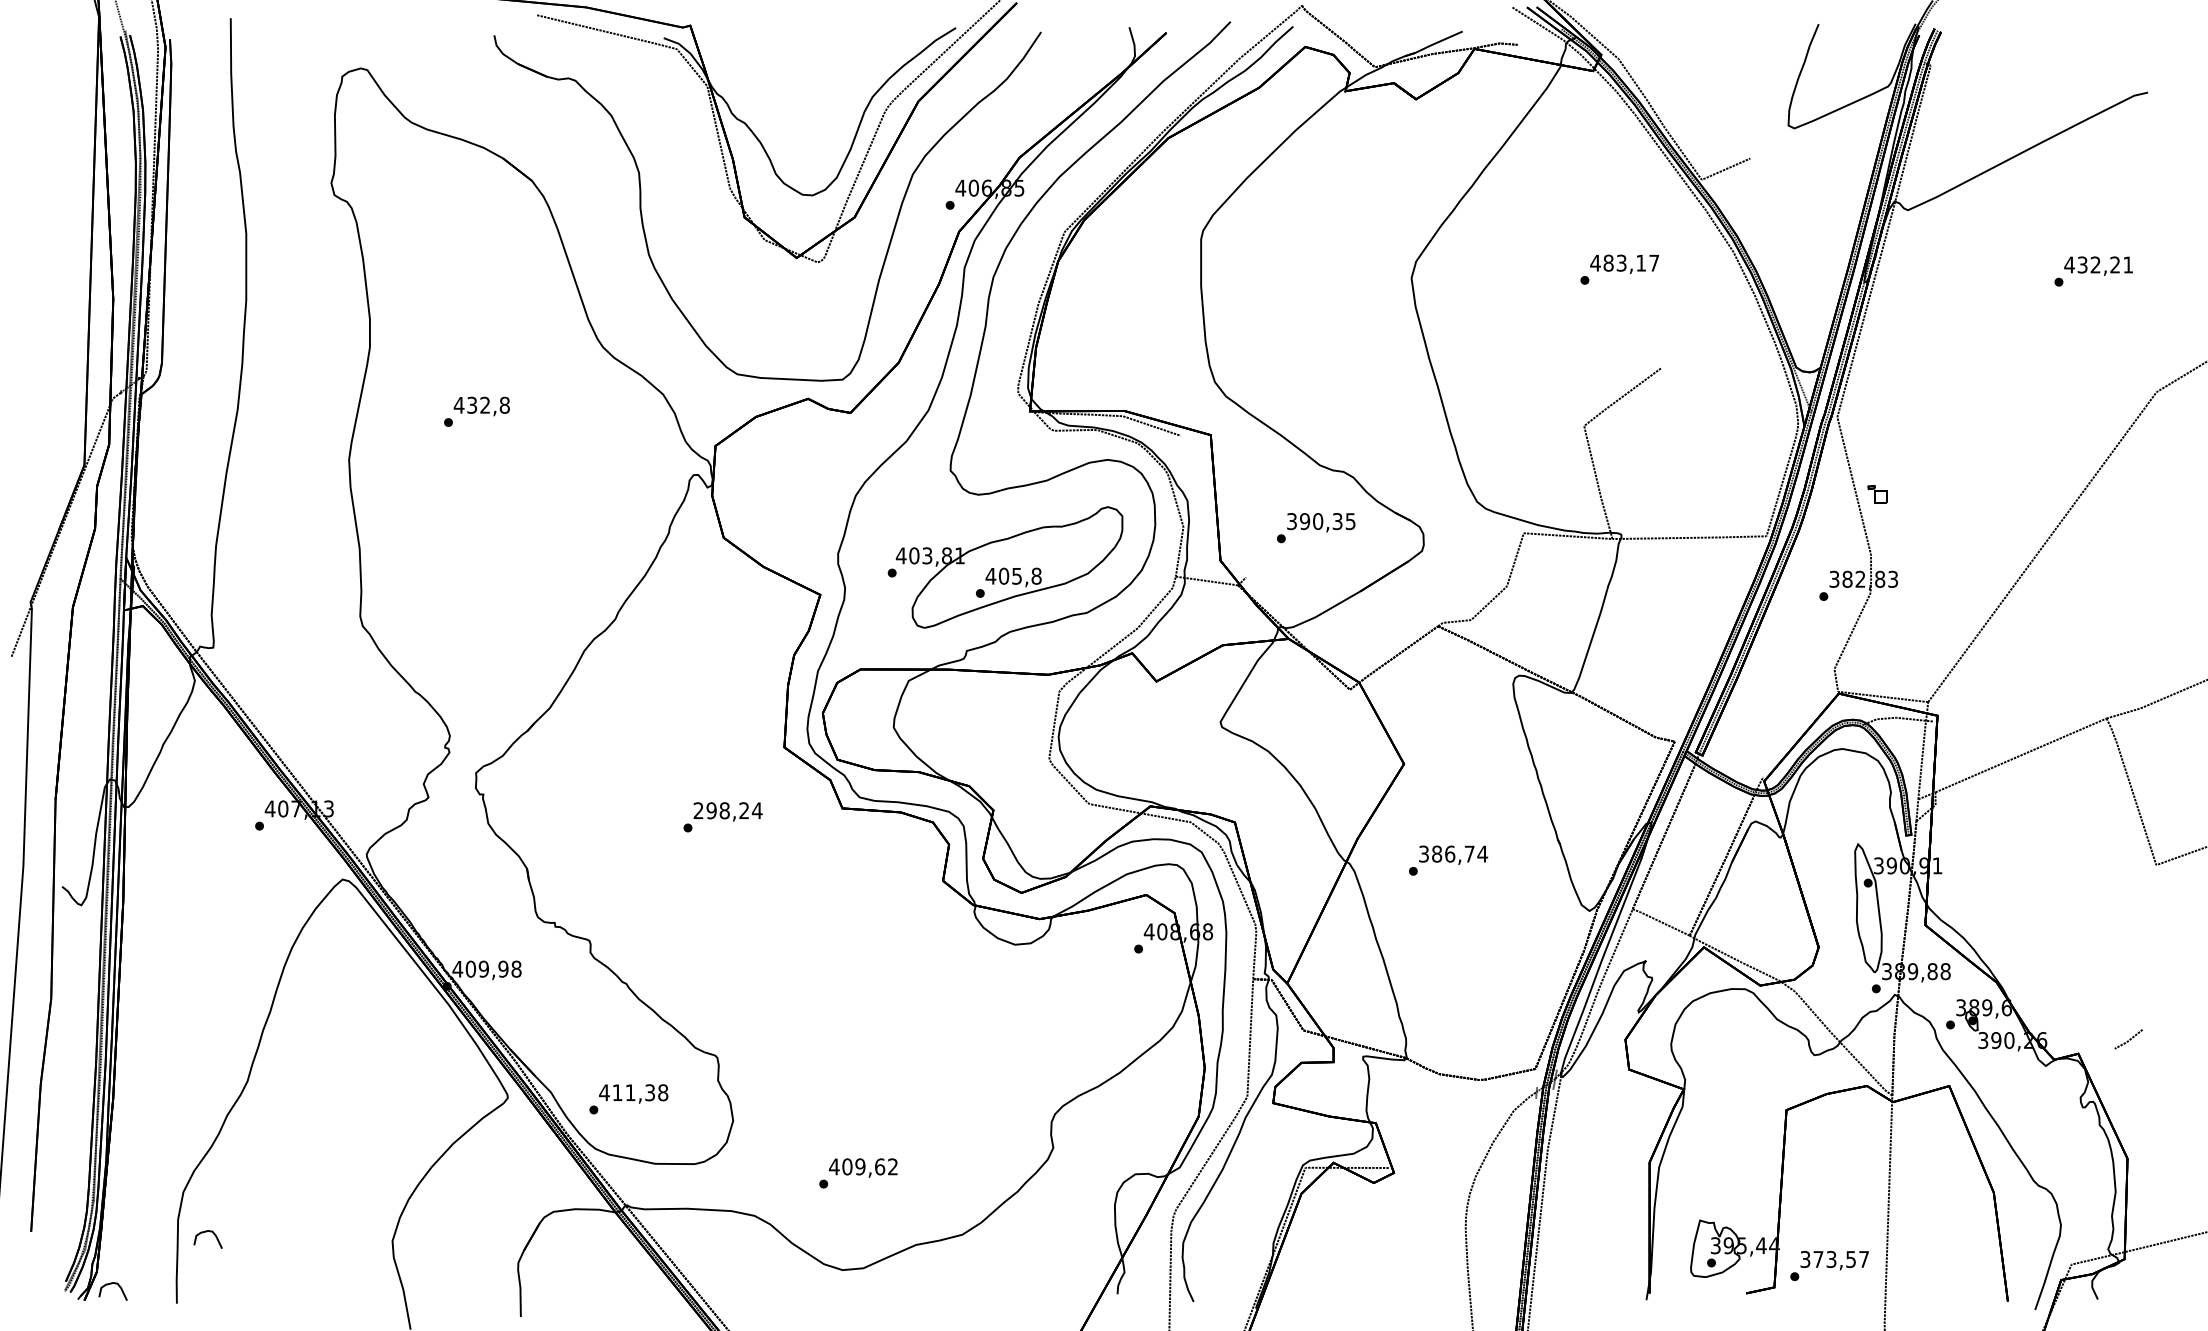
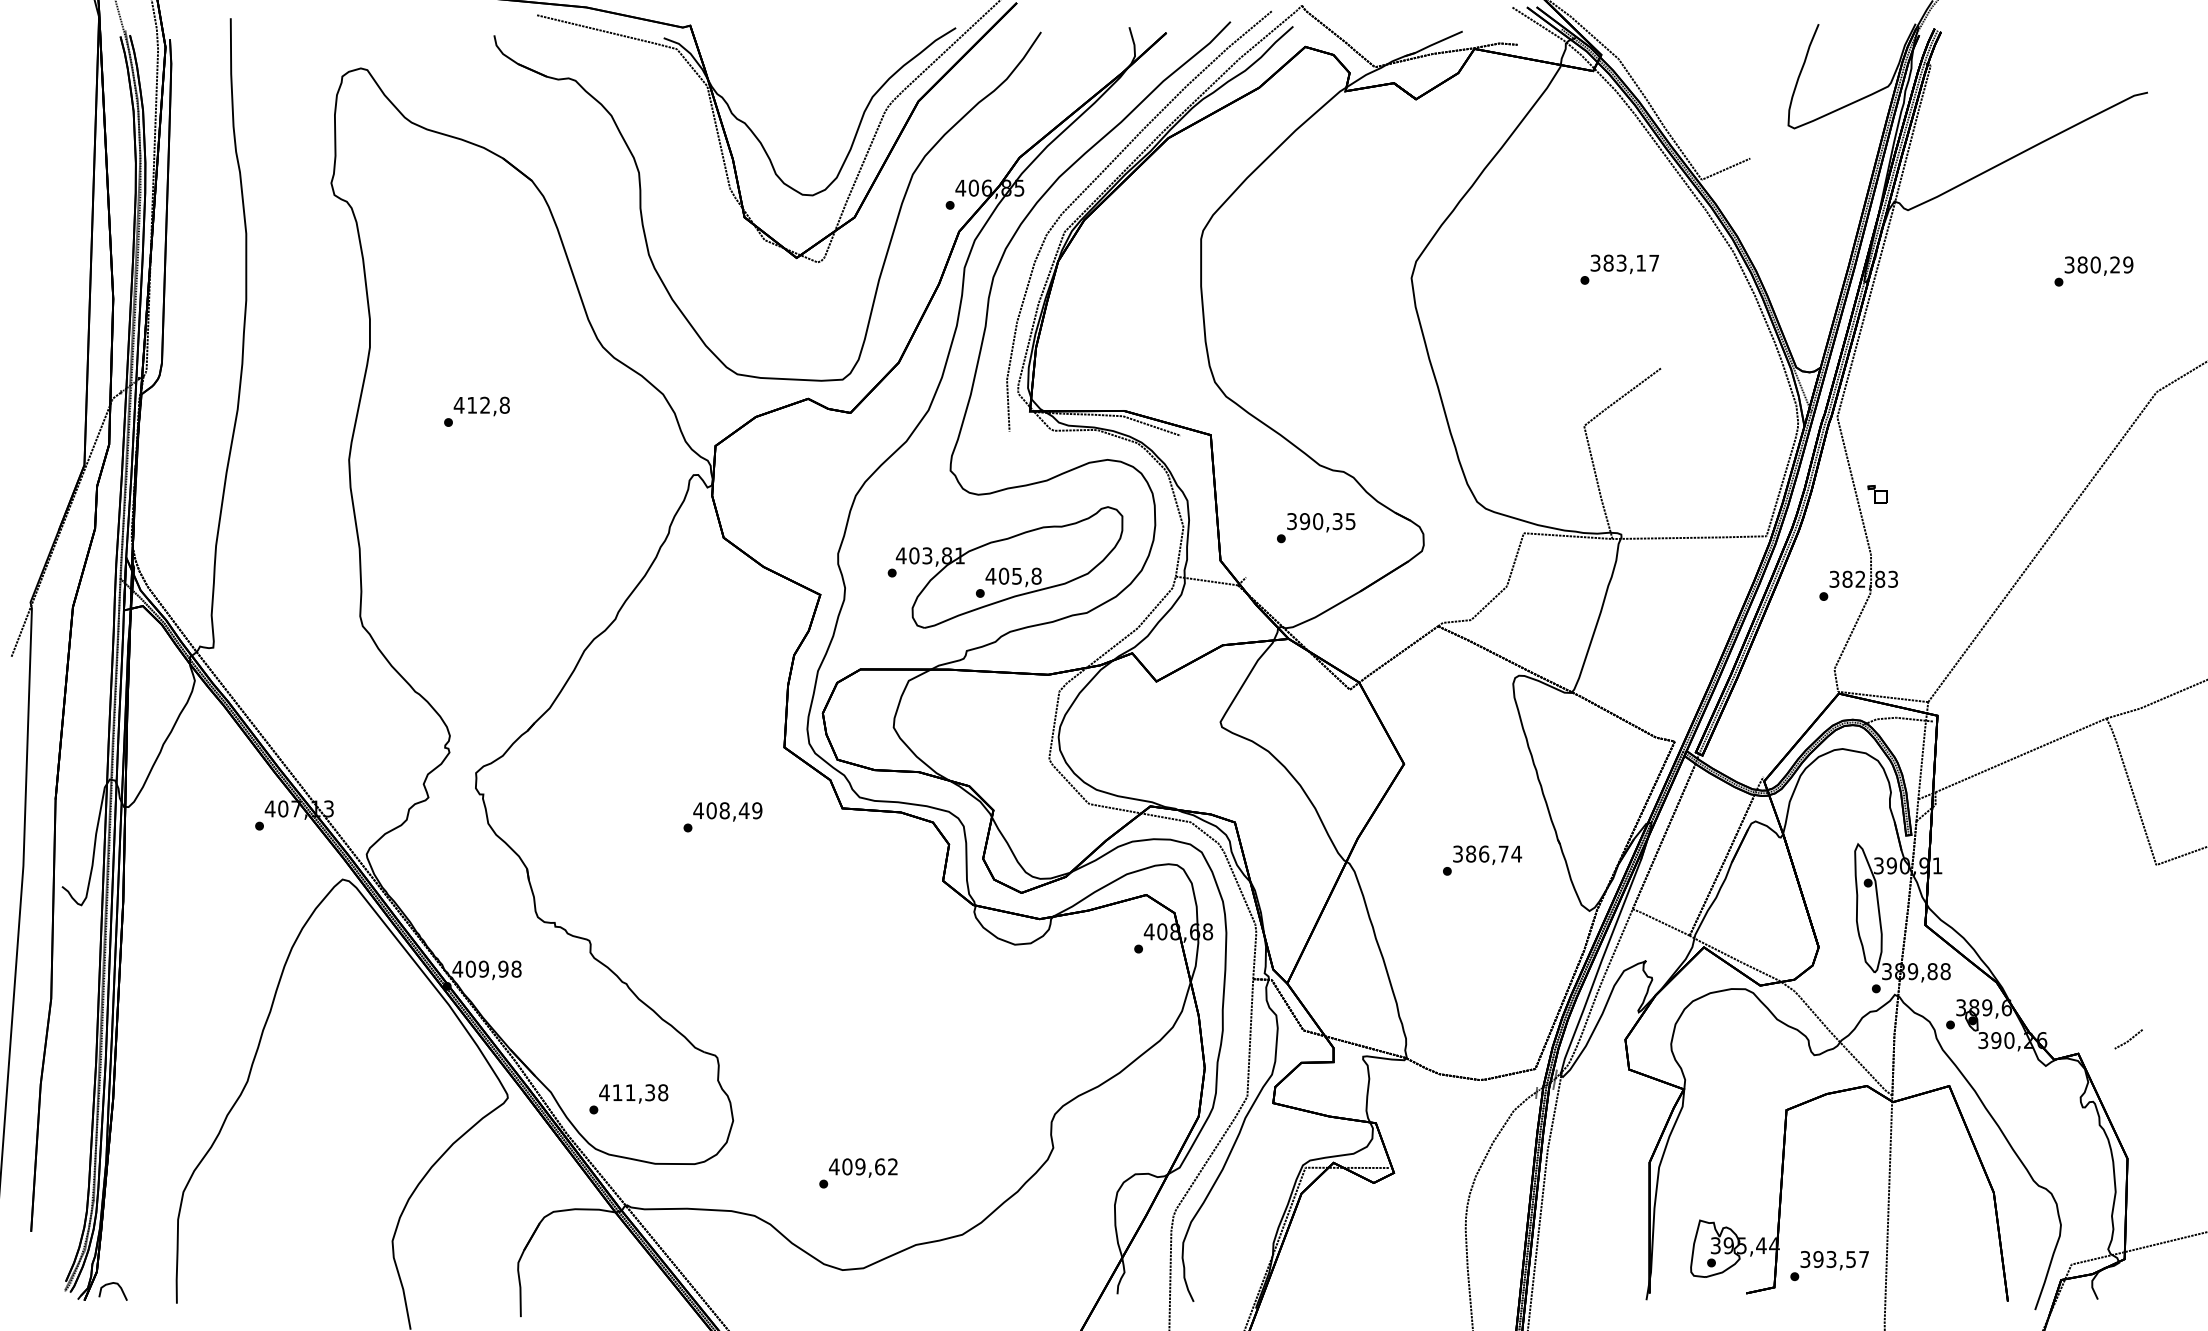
curve at (1096, 179): none -> present
text at (1595, 262): 483,17 -> 383,17
text at (2098, 264): 432,21 -> 380,29
text at (472, 404): 432,8 -> 412,8
text at (727, 810): 298,24 -> 408,49
text at (1448, 860) position: (1448, 860) -> (1482, 860)
curve at (206, 1232): present -> none
text at (1818, 1259): 373,57 -> 393,57
